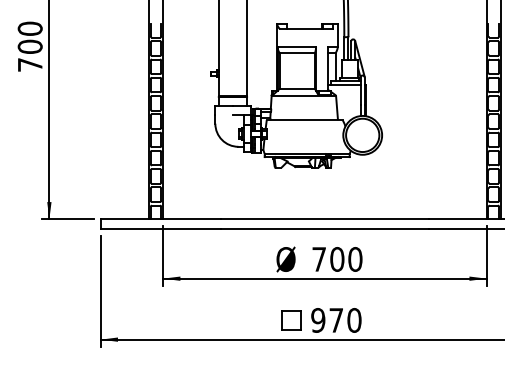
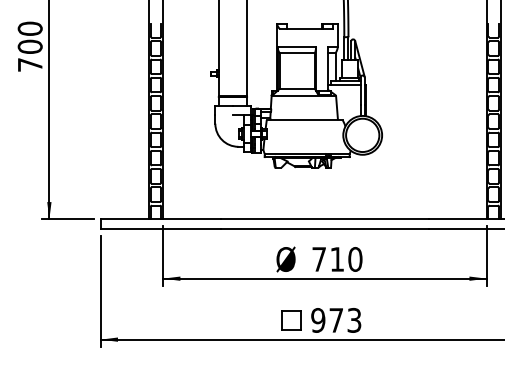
text at (337, 259): 700 -> 710
text at (354, 320): 970 -> 973
